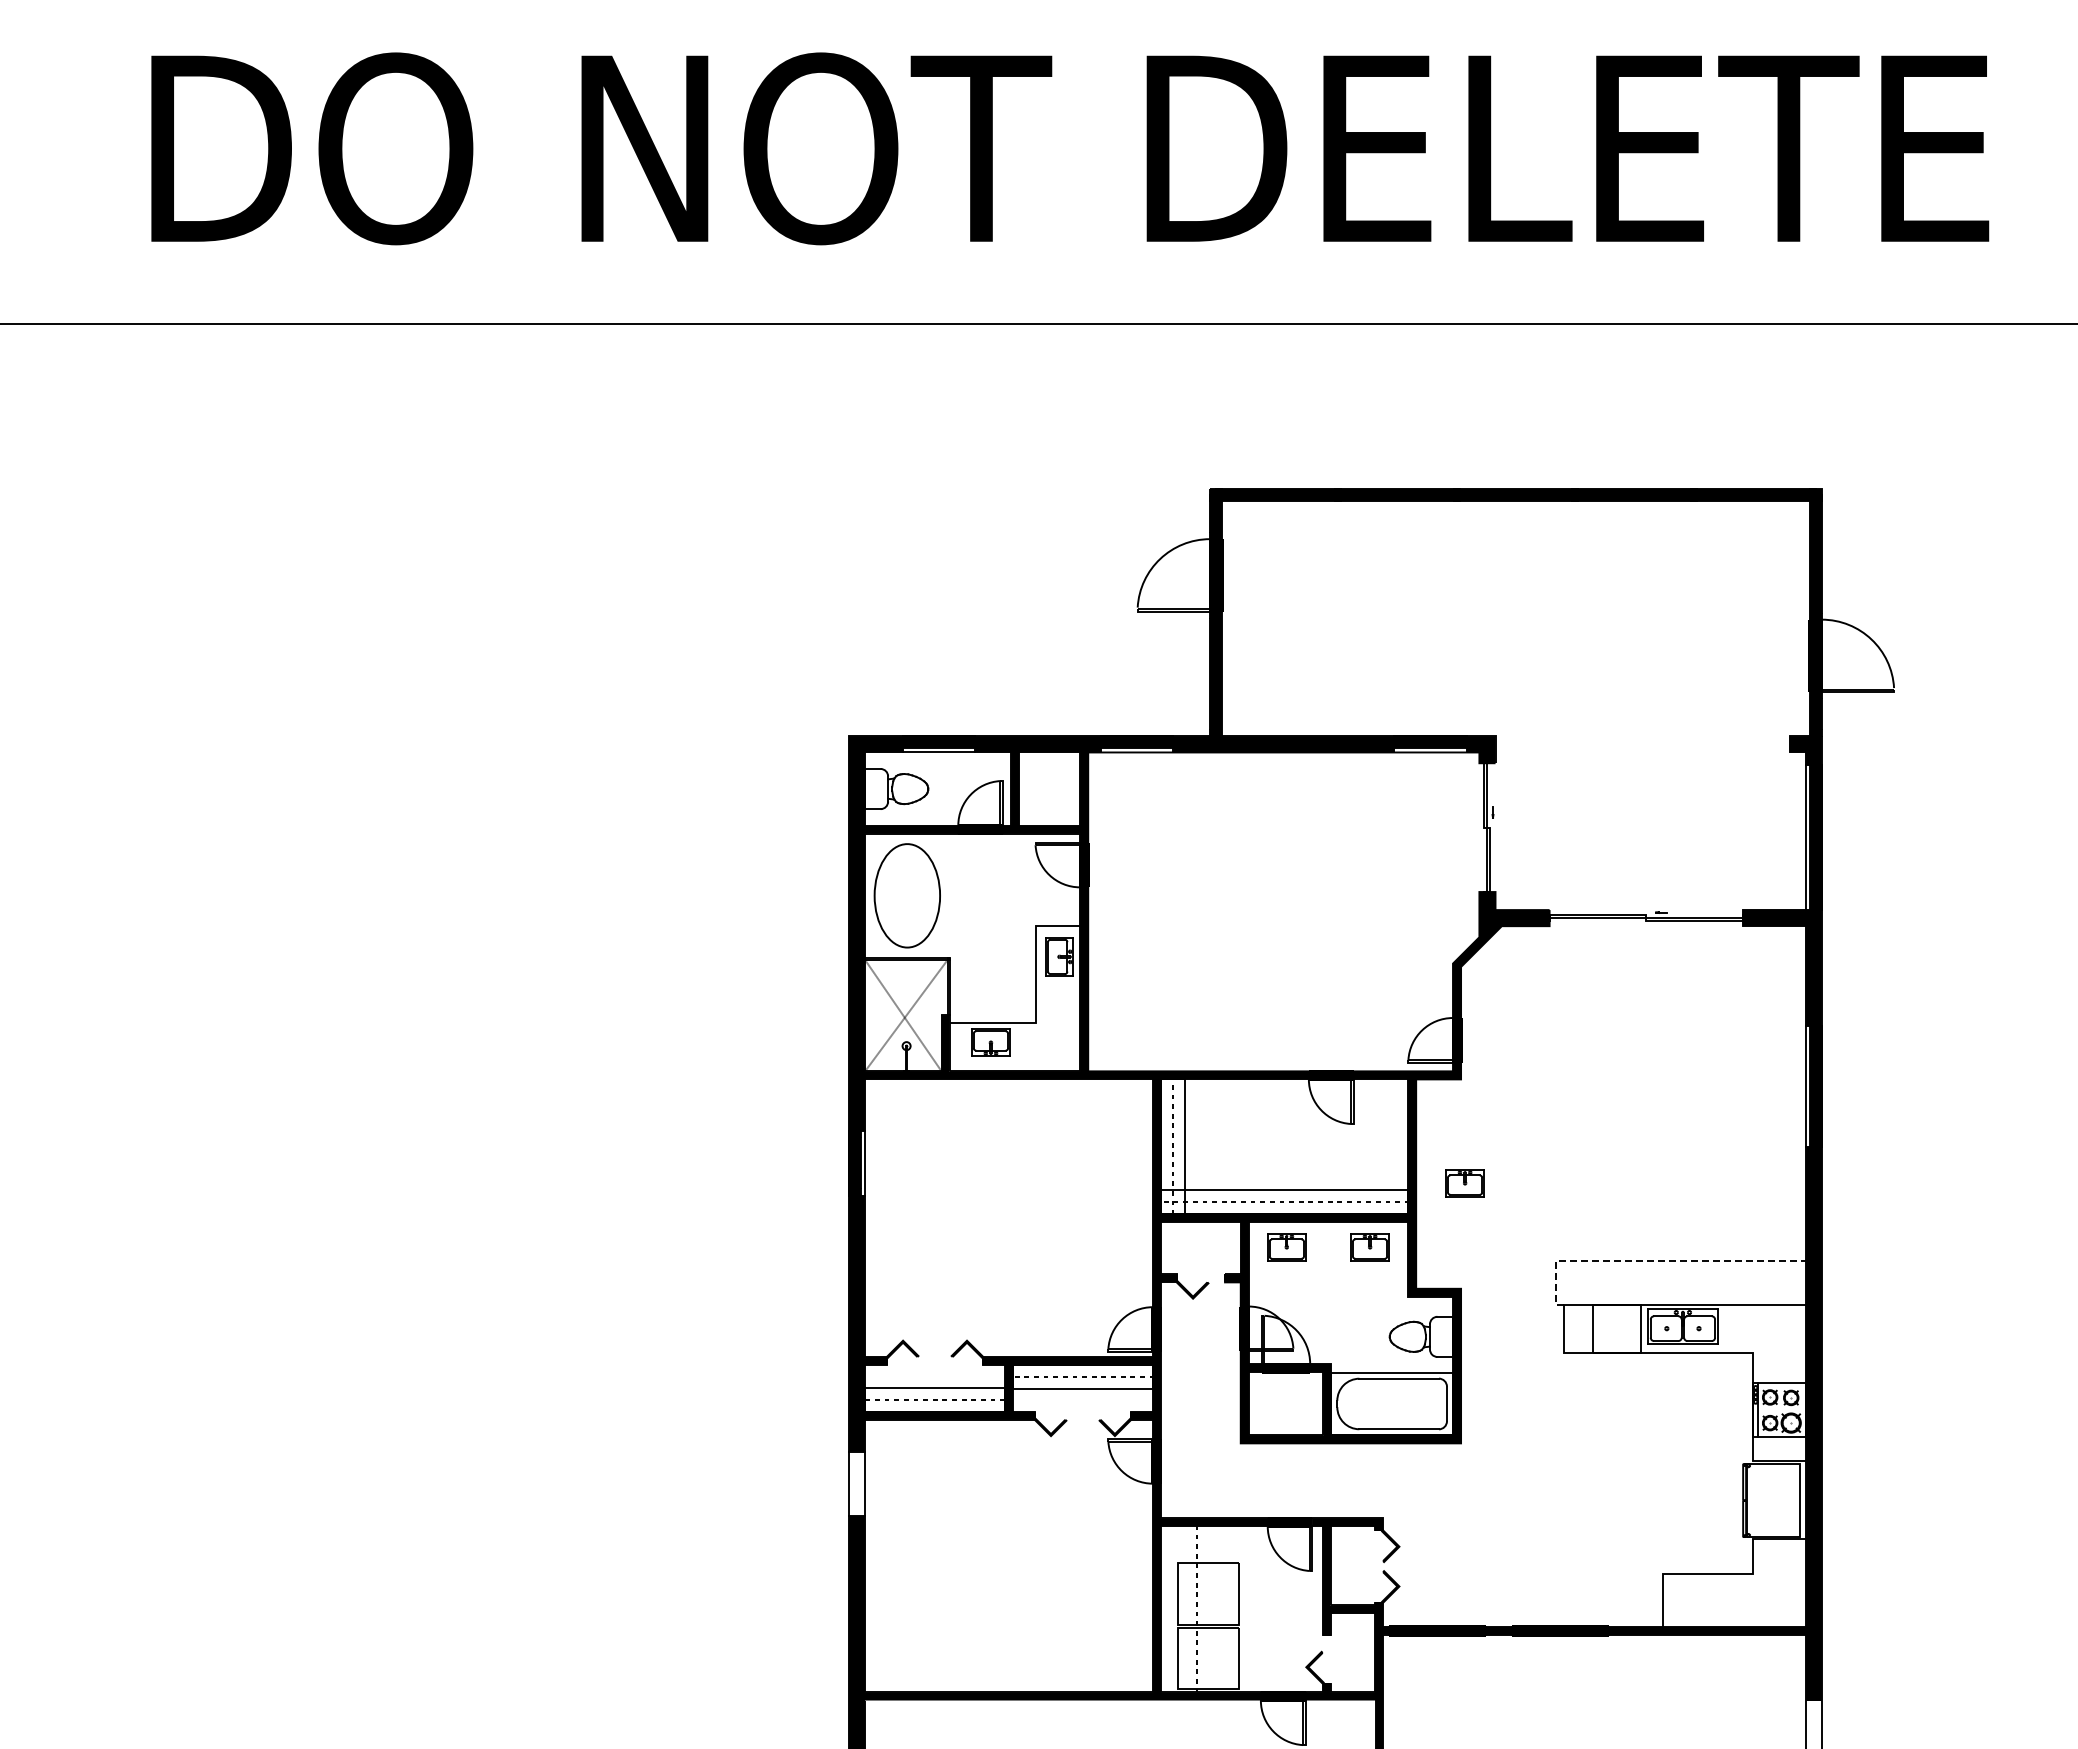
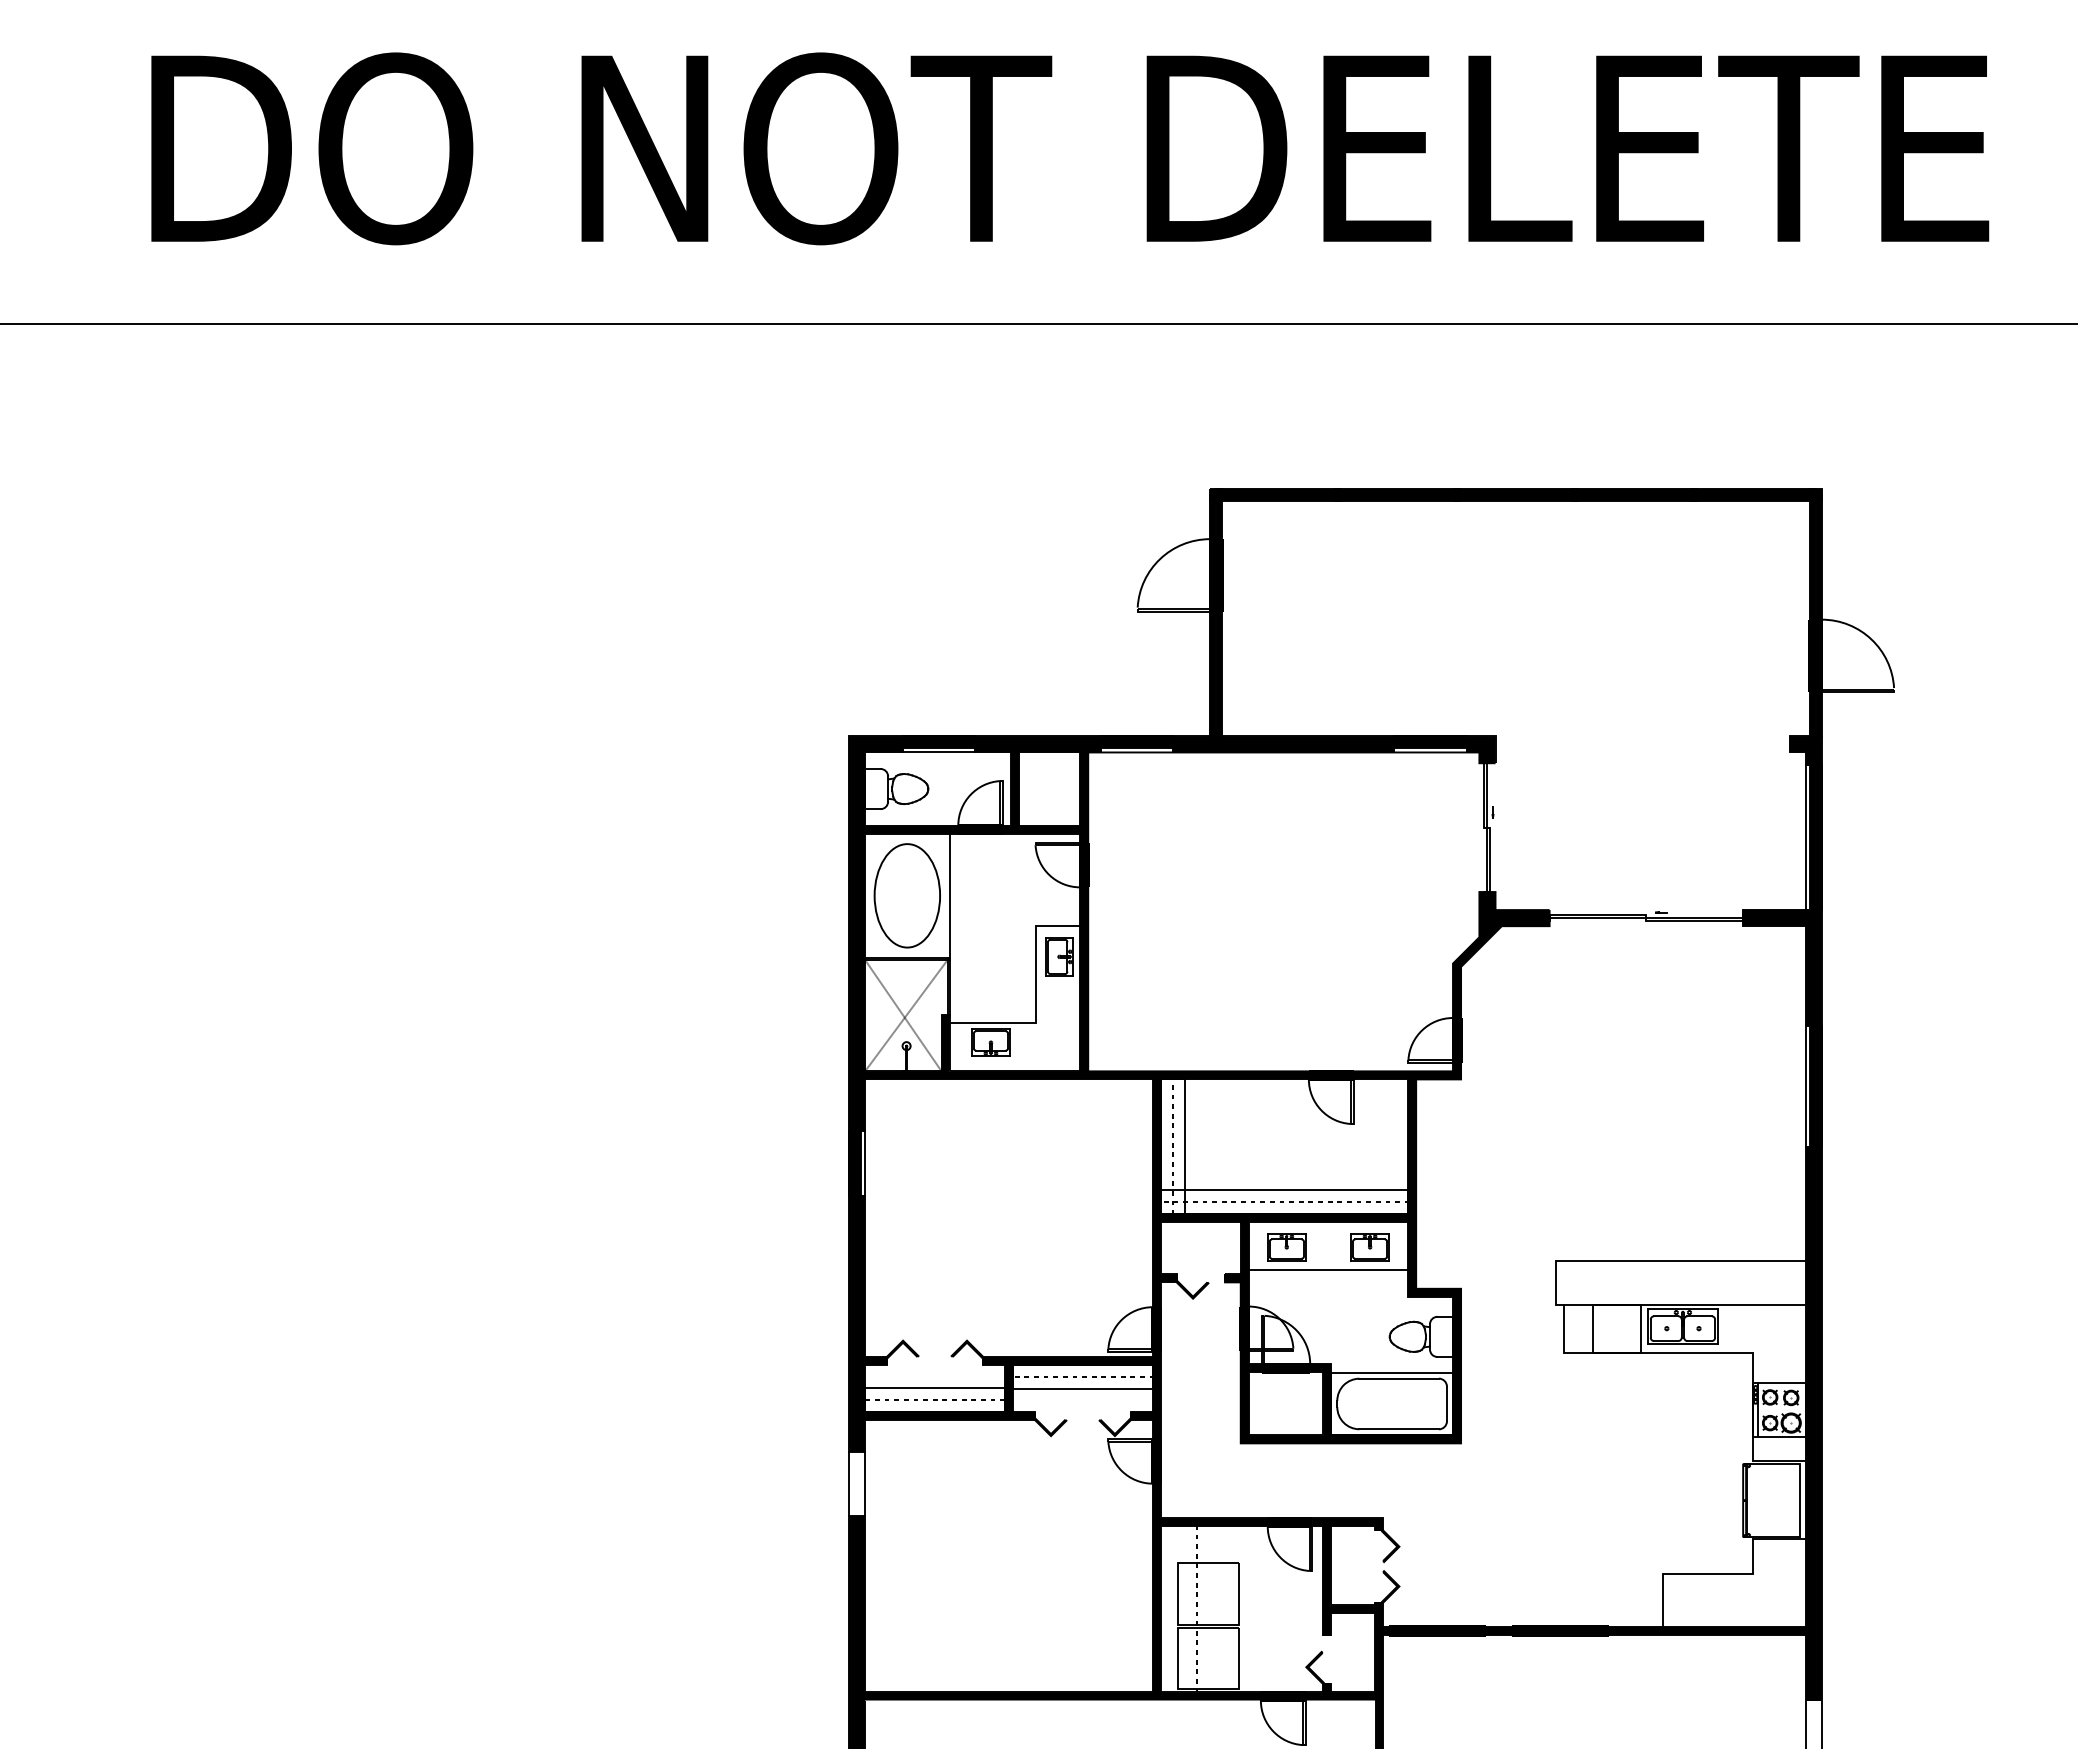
line at (949, 895): none -> present
part at (1464, 1183): present -> none
line at (1652, 1261): dashed -> solid
line at (1328, 1270): none -> present
